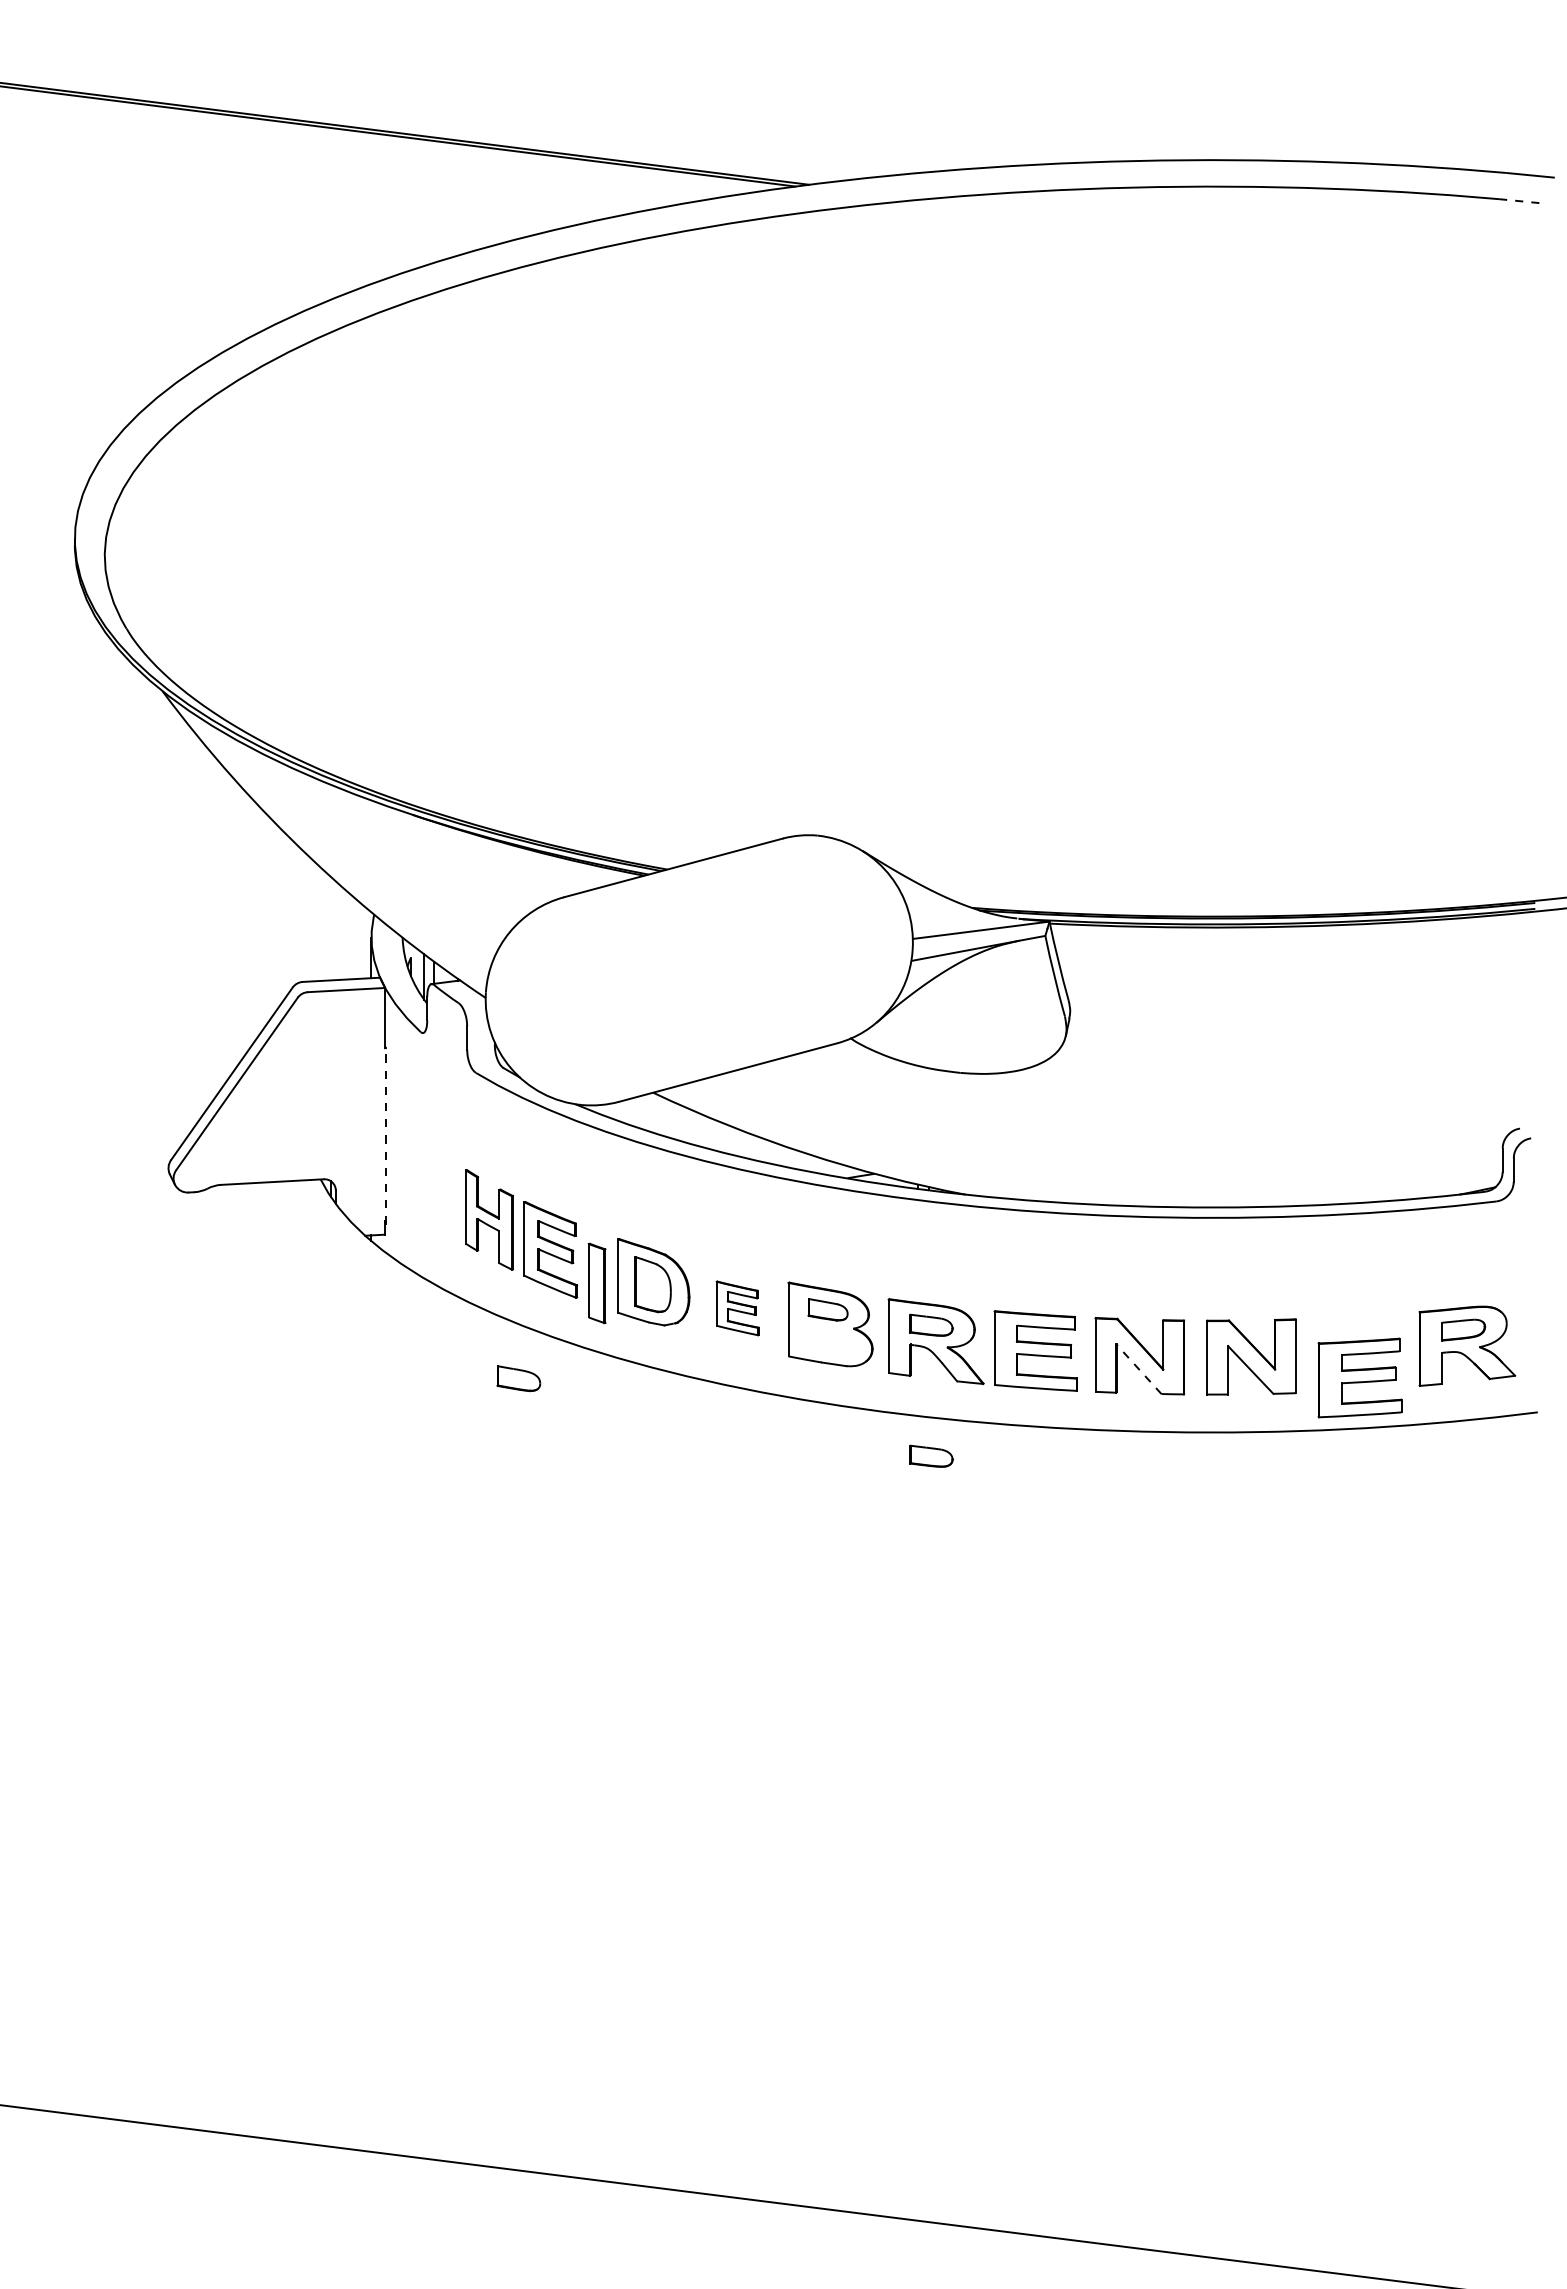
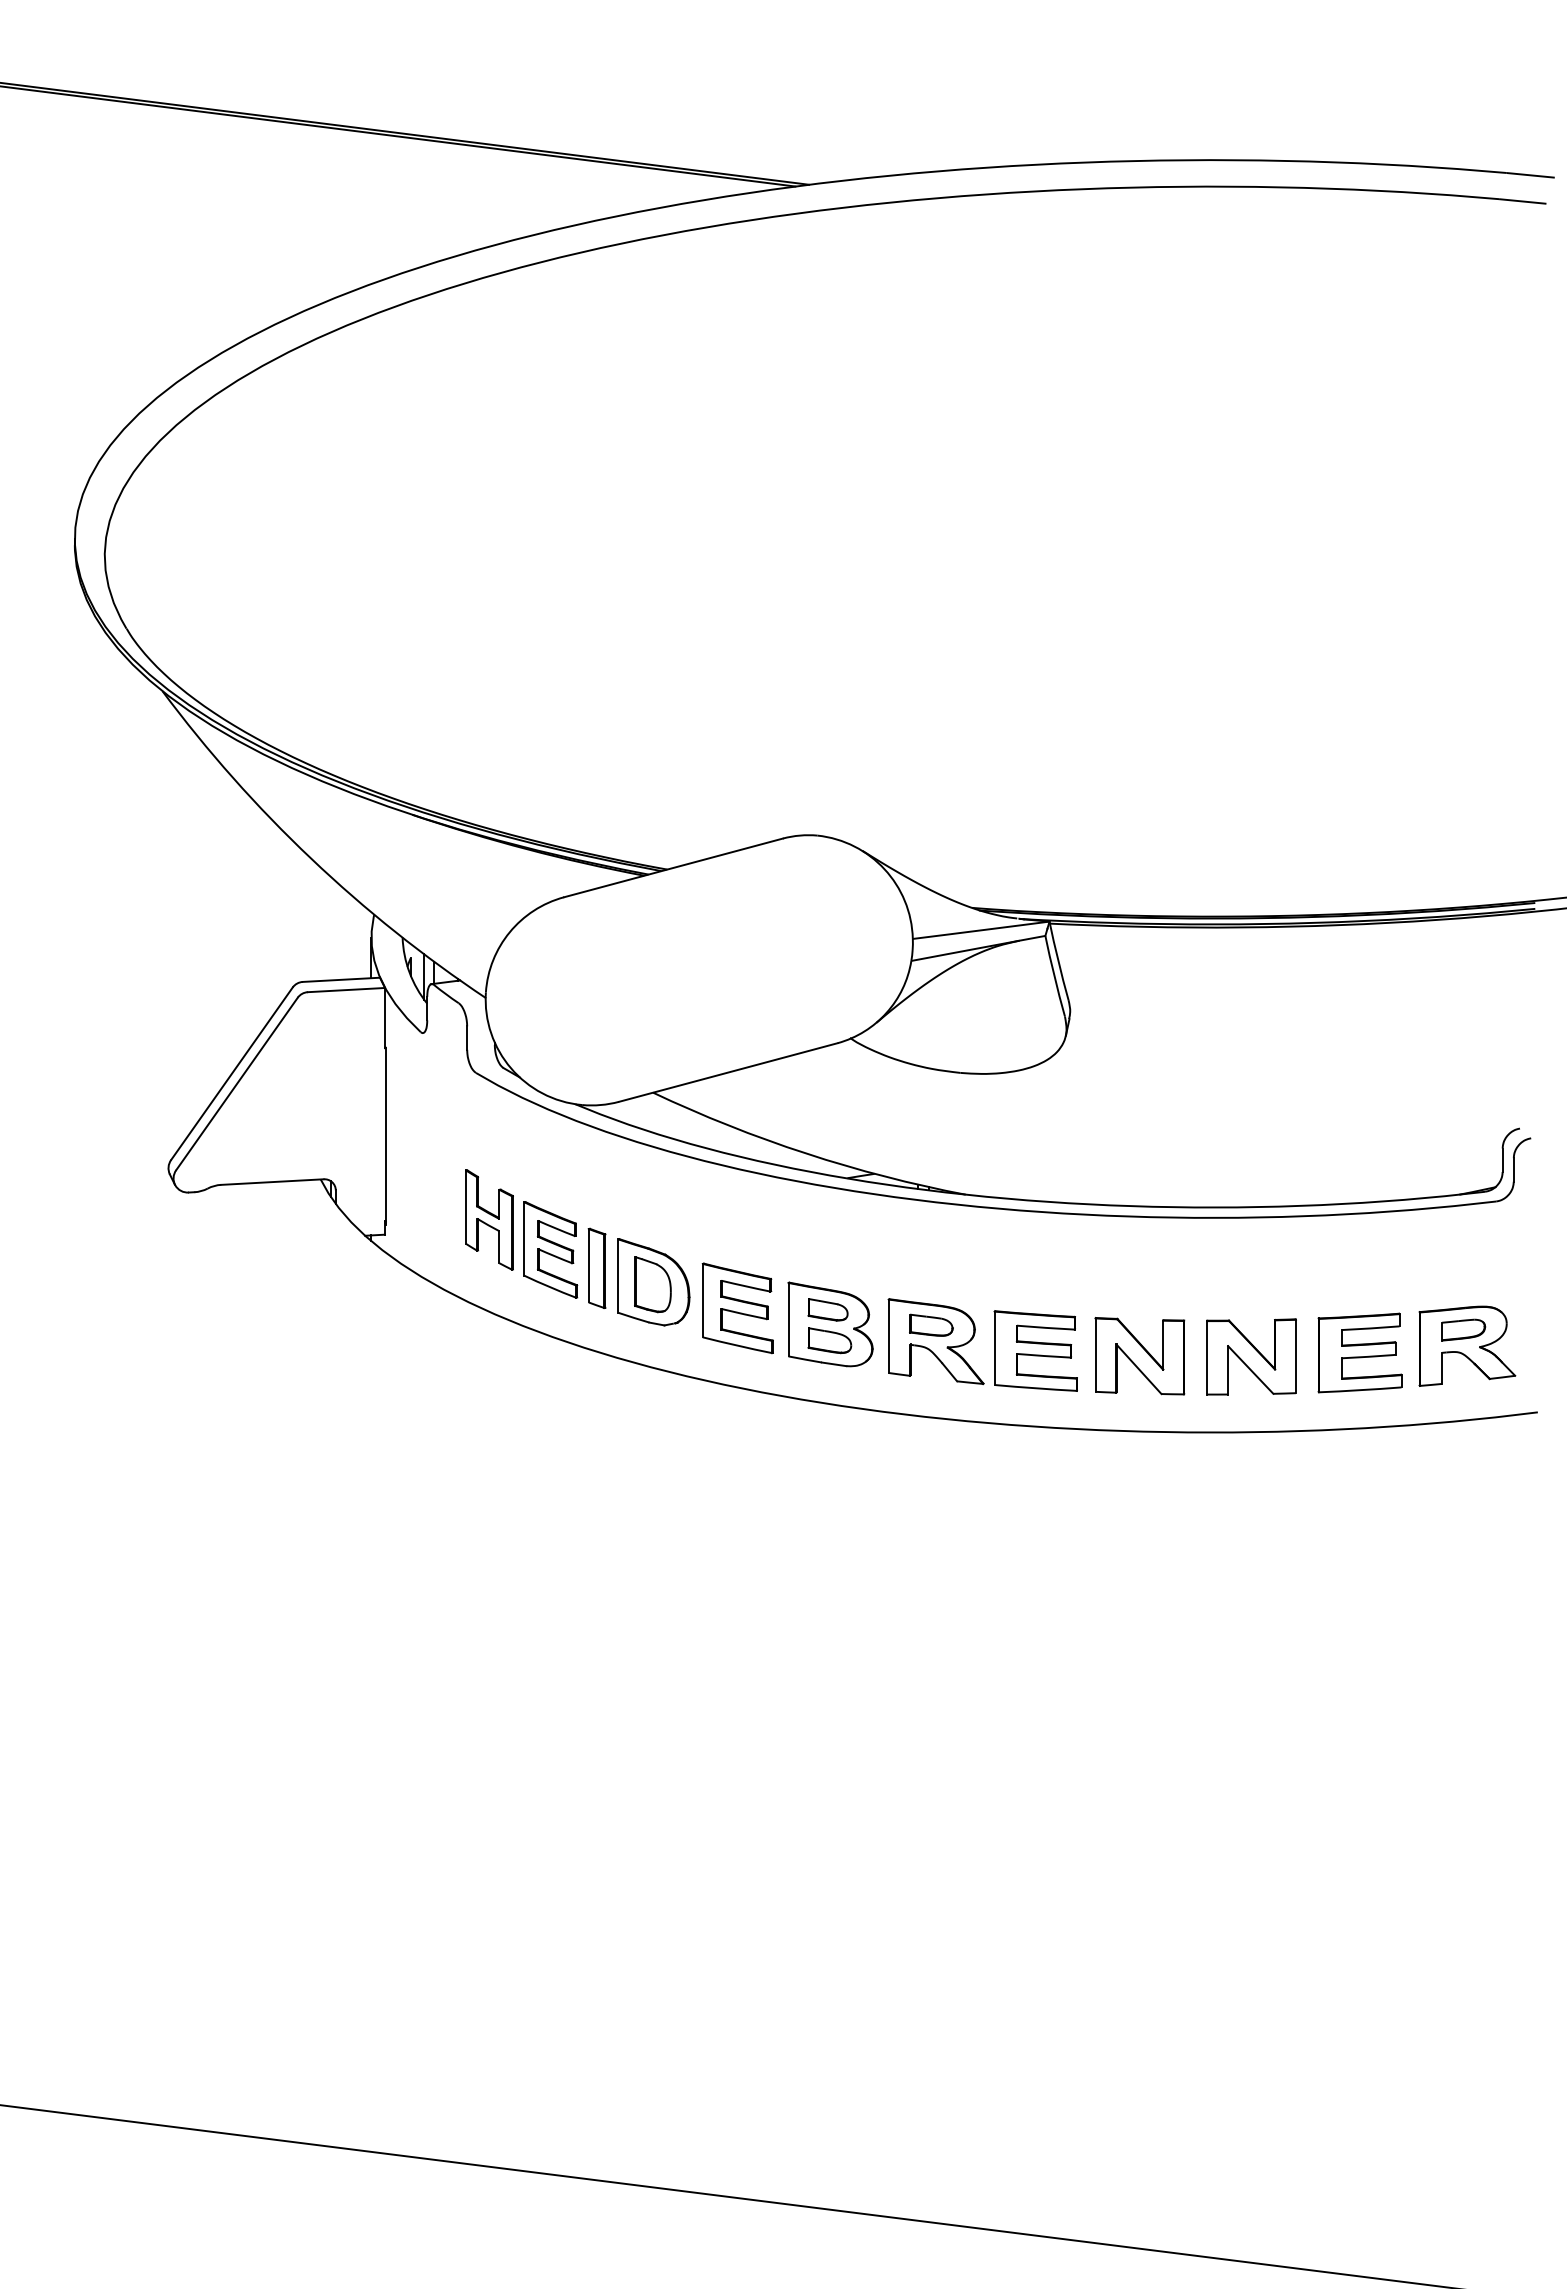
line at (1522, 201): dashed -> solid
line at (386, 1135): dashed -> solid
part at (596, 1282) position: (596, 1282) -> (596, 1267)
part at (737, 1308) size: 45x57 px -> 73x93 px
line at (1138, 1369): dashed -> solid
part at (1359, 1377) position: (1359, 1377) -> (1359, 1352)
part at (518, 1378) position: (518, 1378) -> (829, 1340)
part at (931, 1455): present -> none
